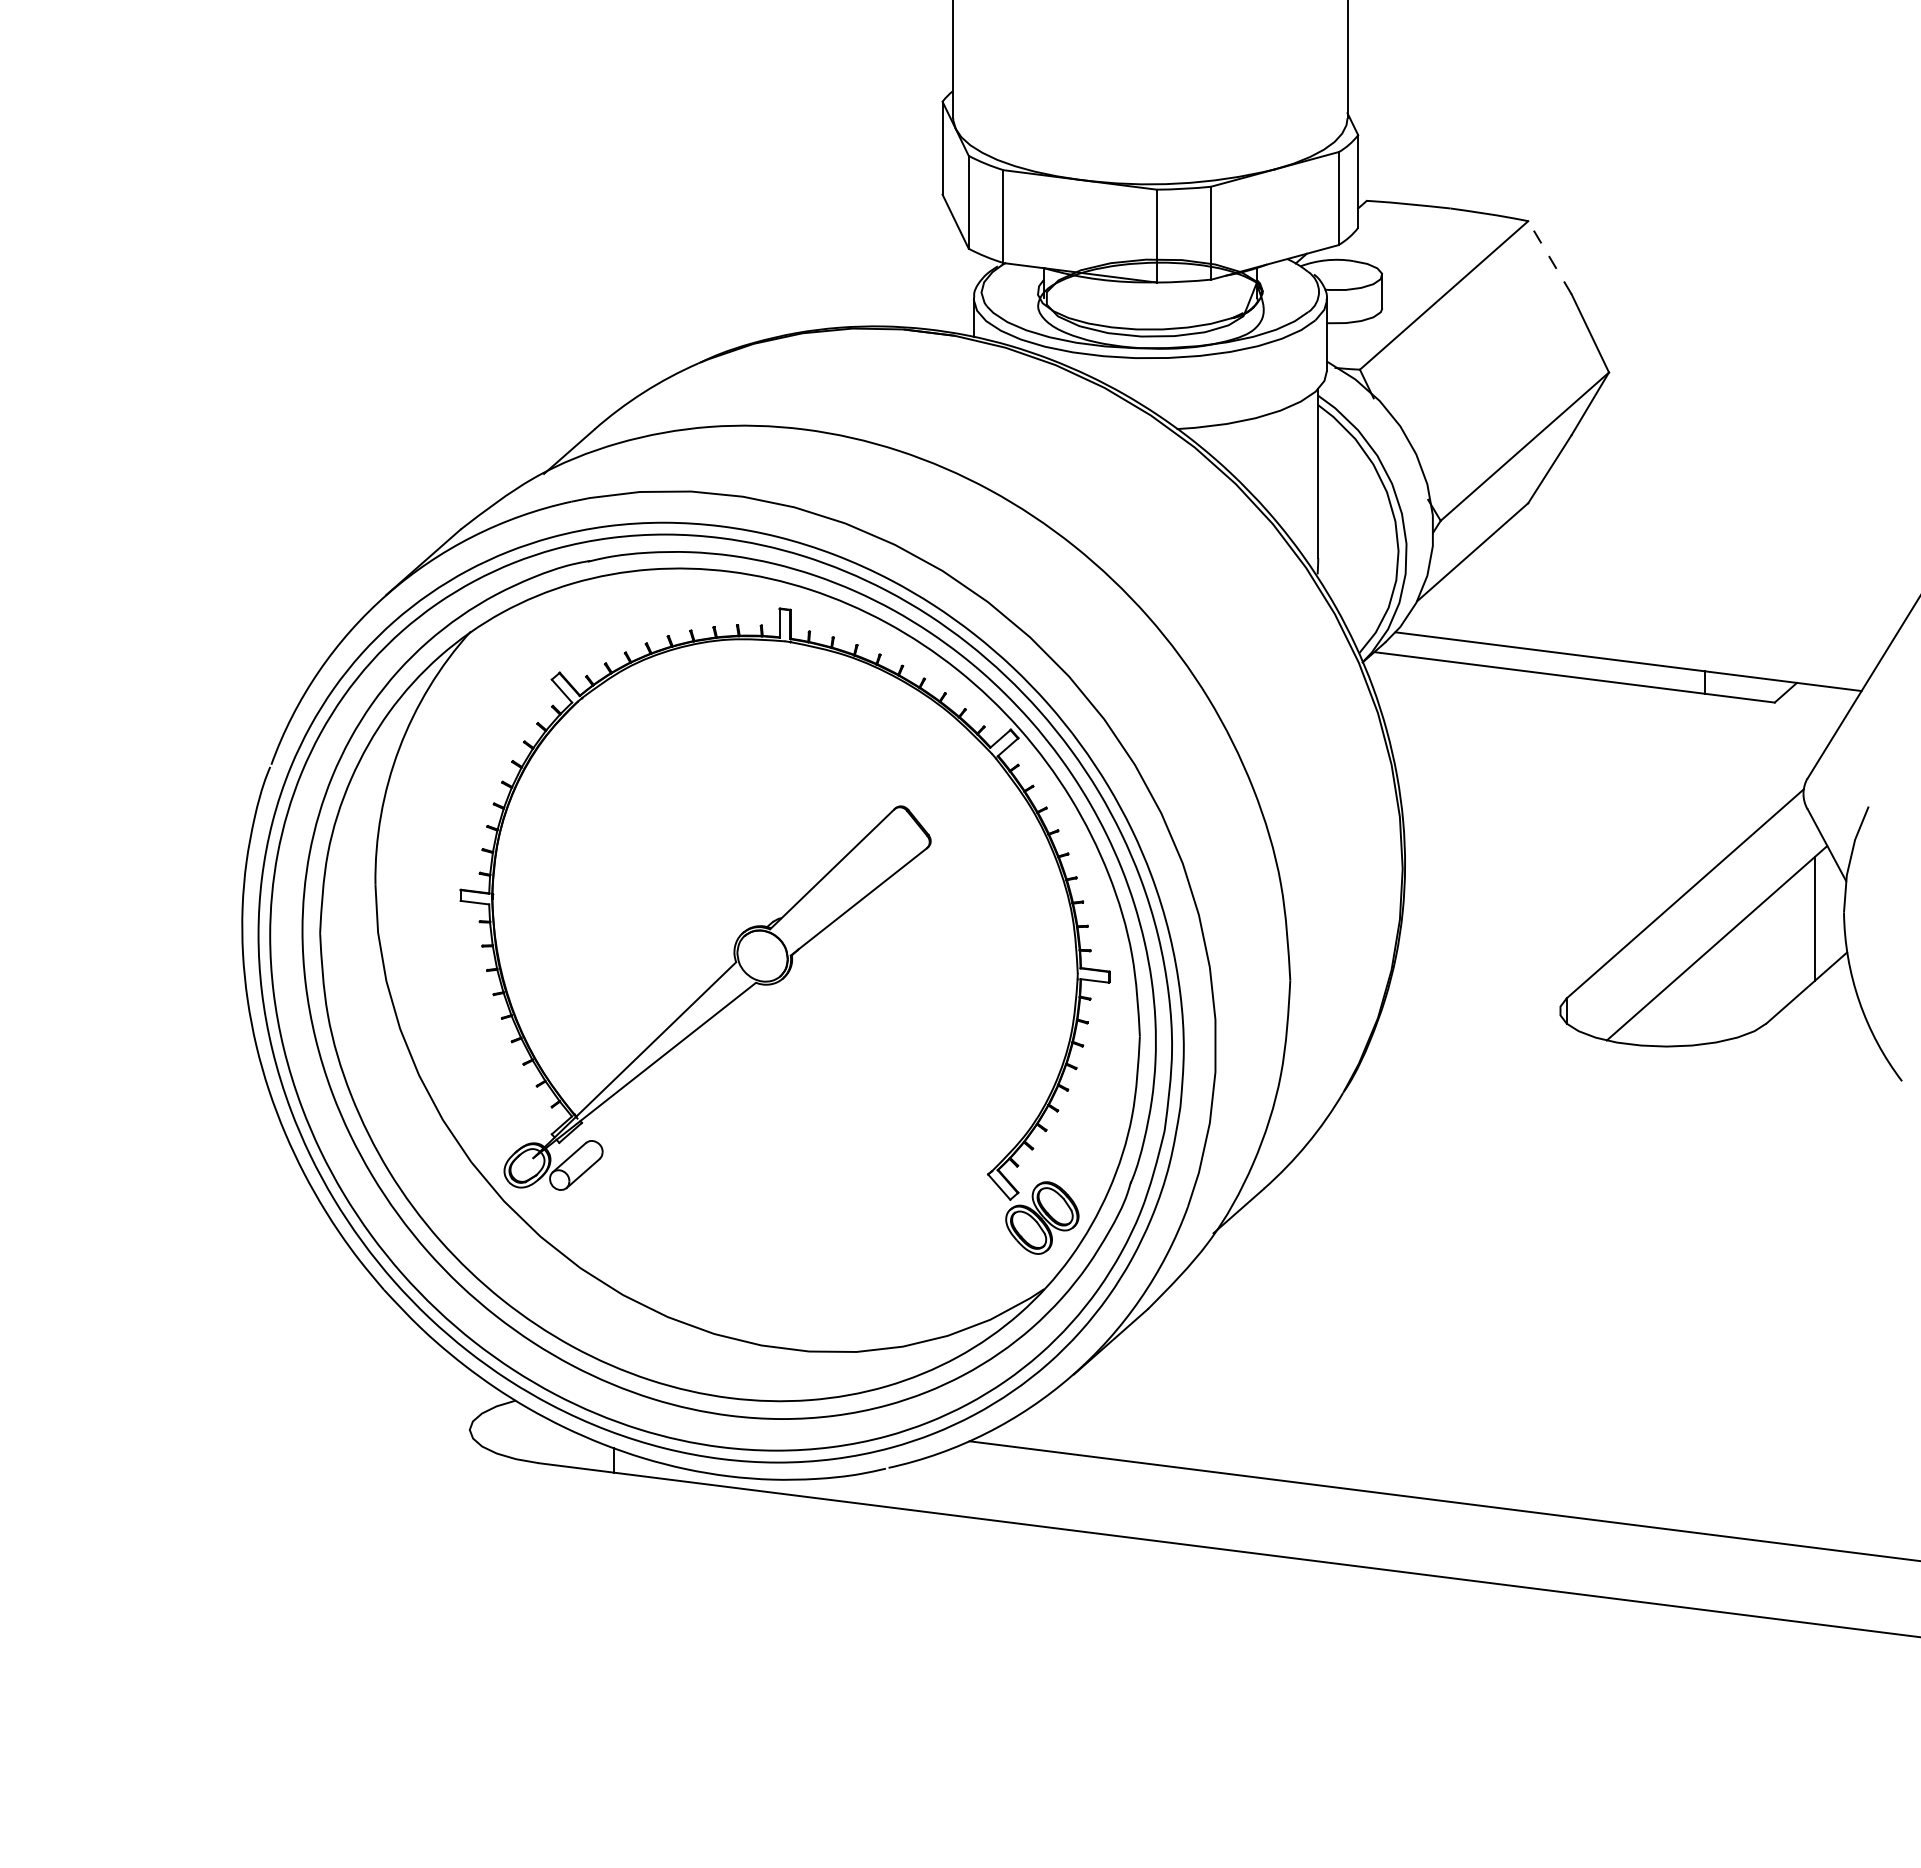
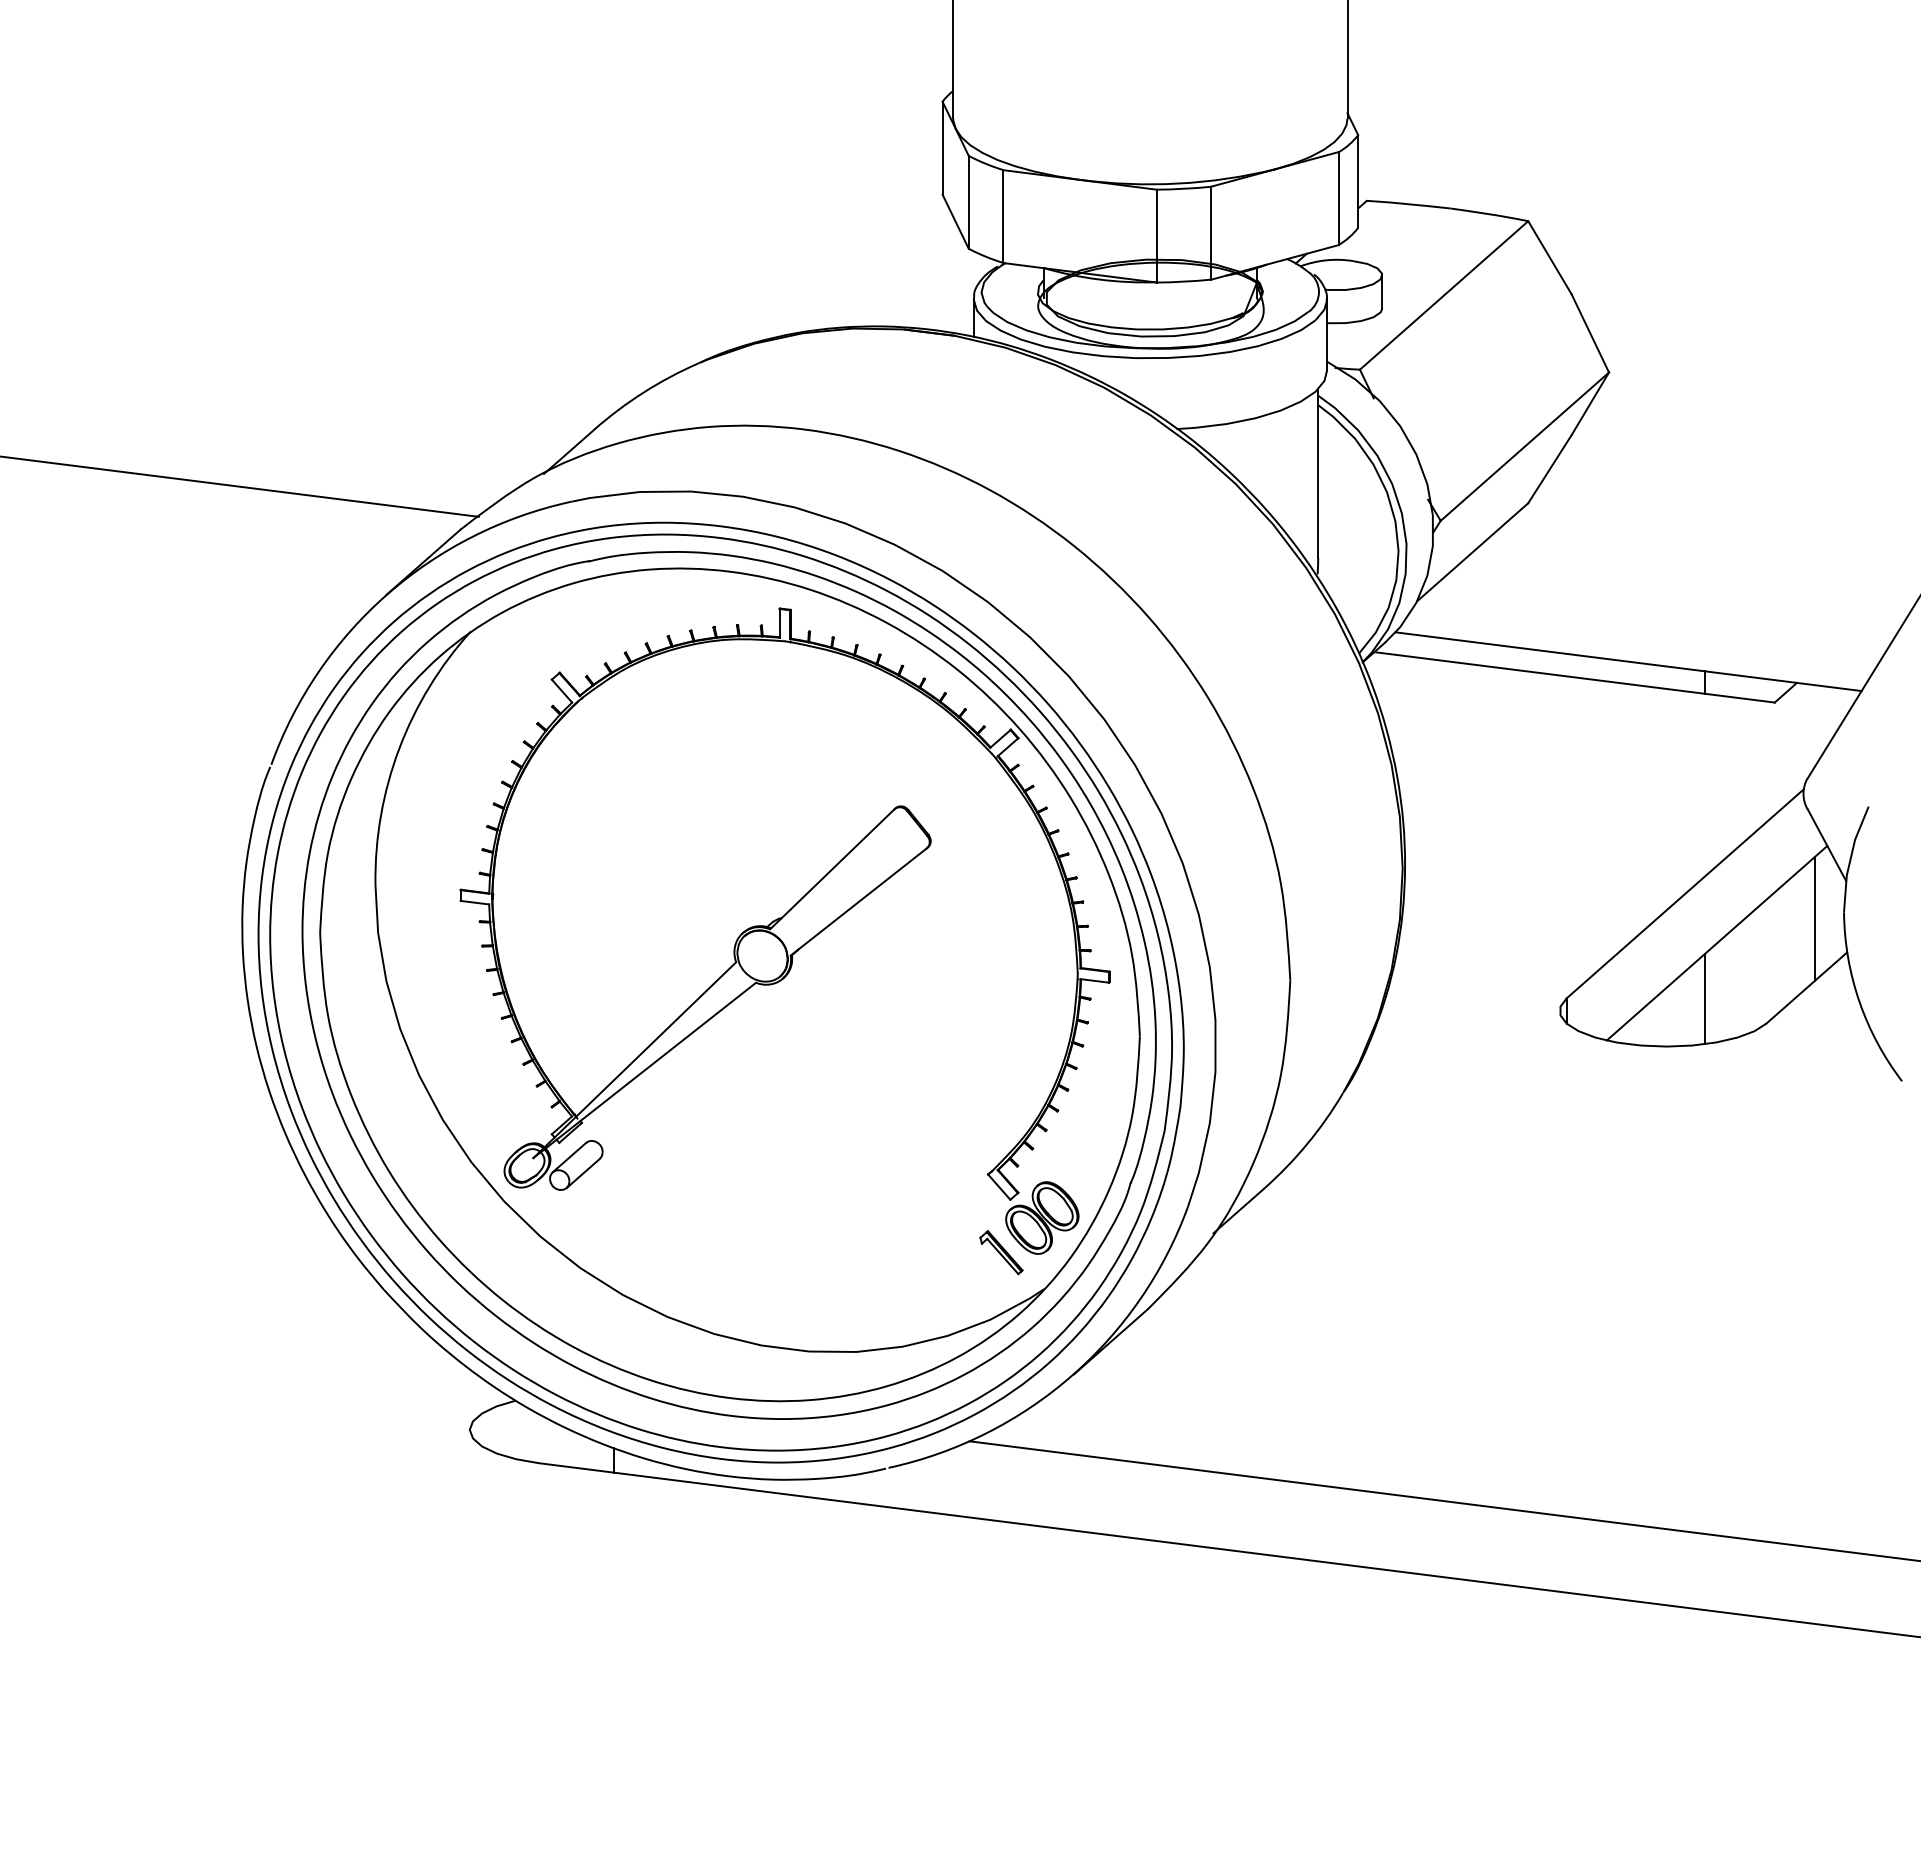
line at (1549, 257): dashed -> solid
line at (240, 486): none -> present
line at (1704, 999): none -> present
part at (1001, 1252): none -> present
